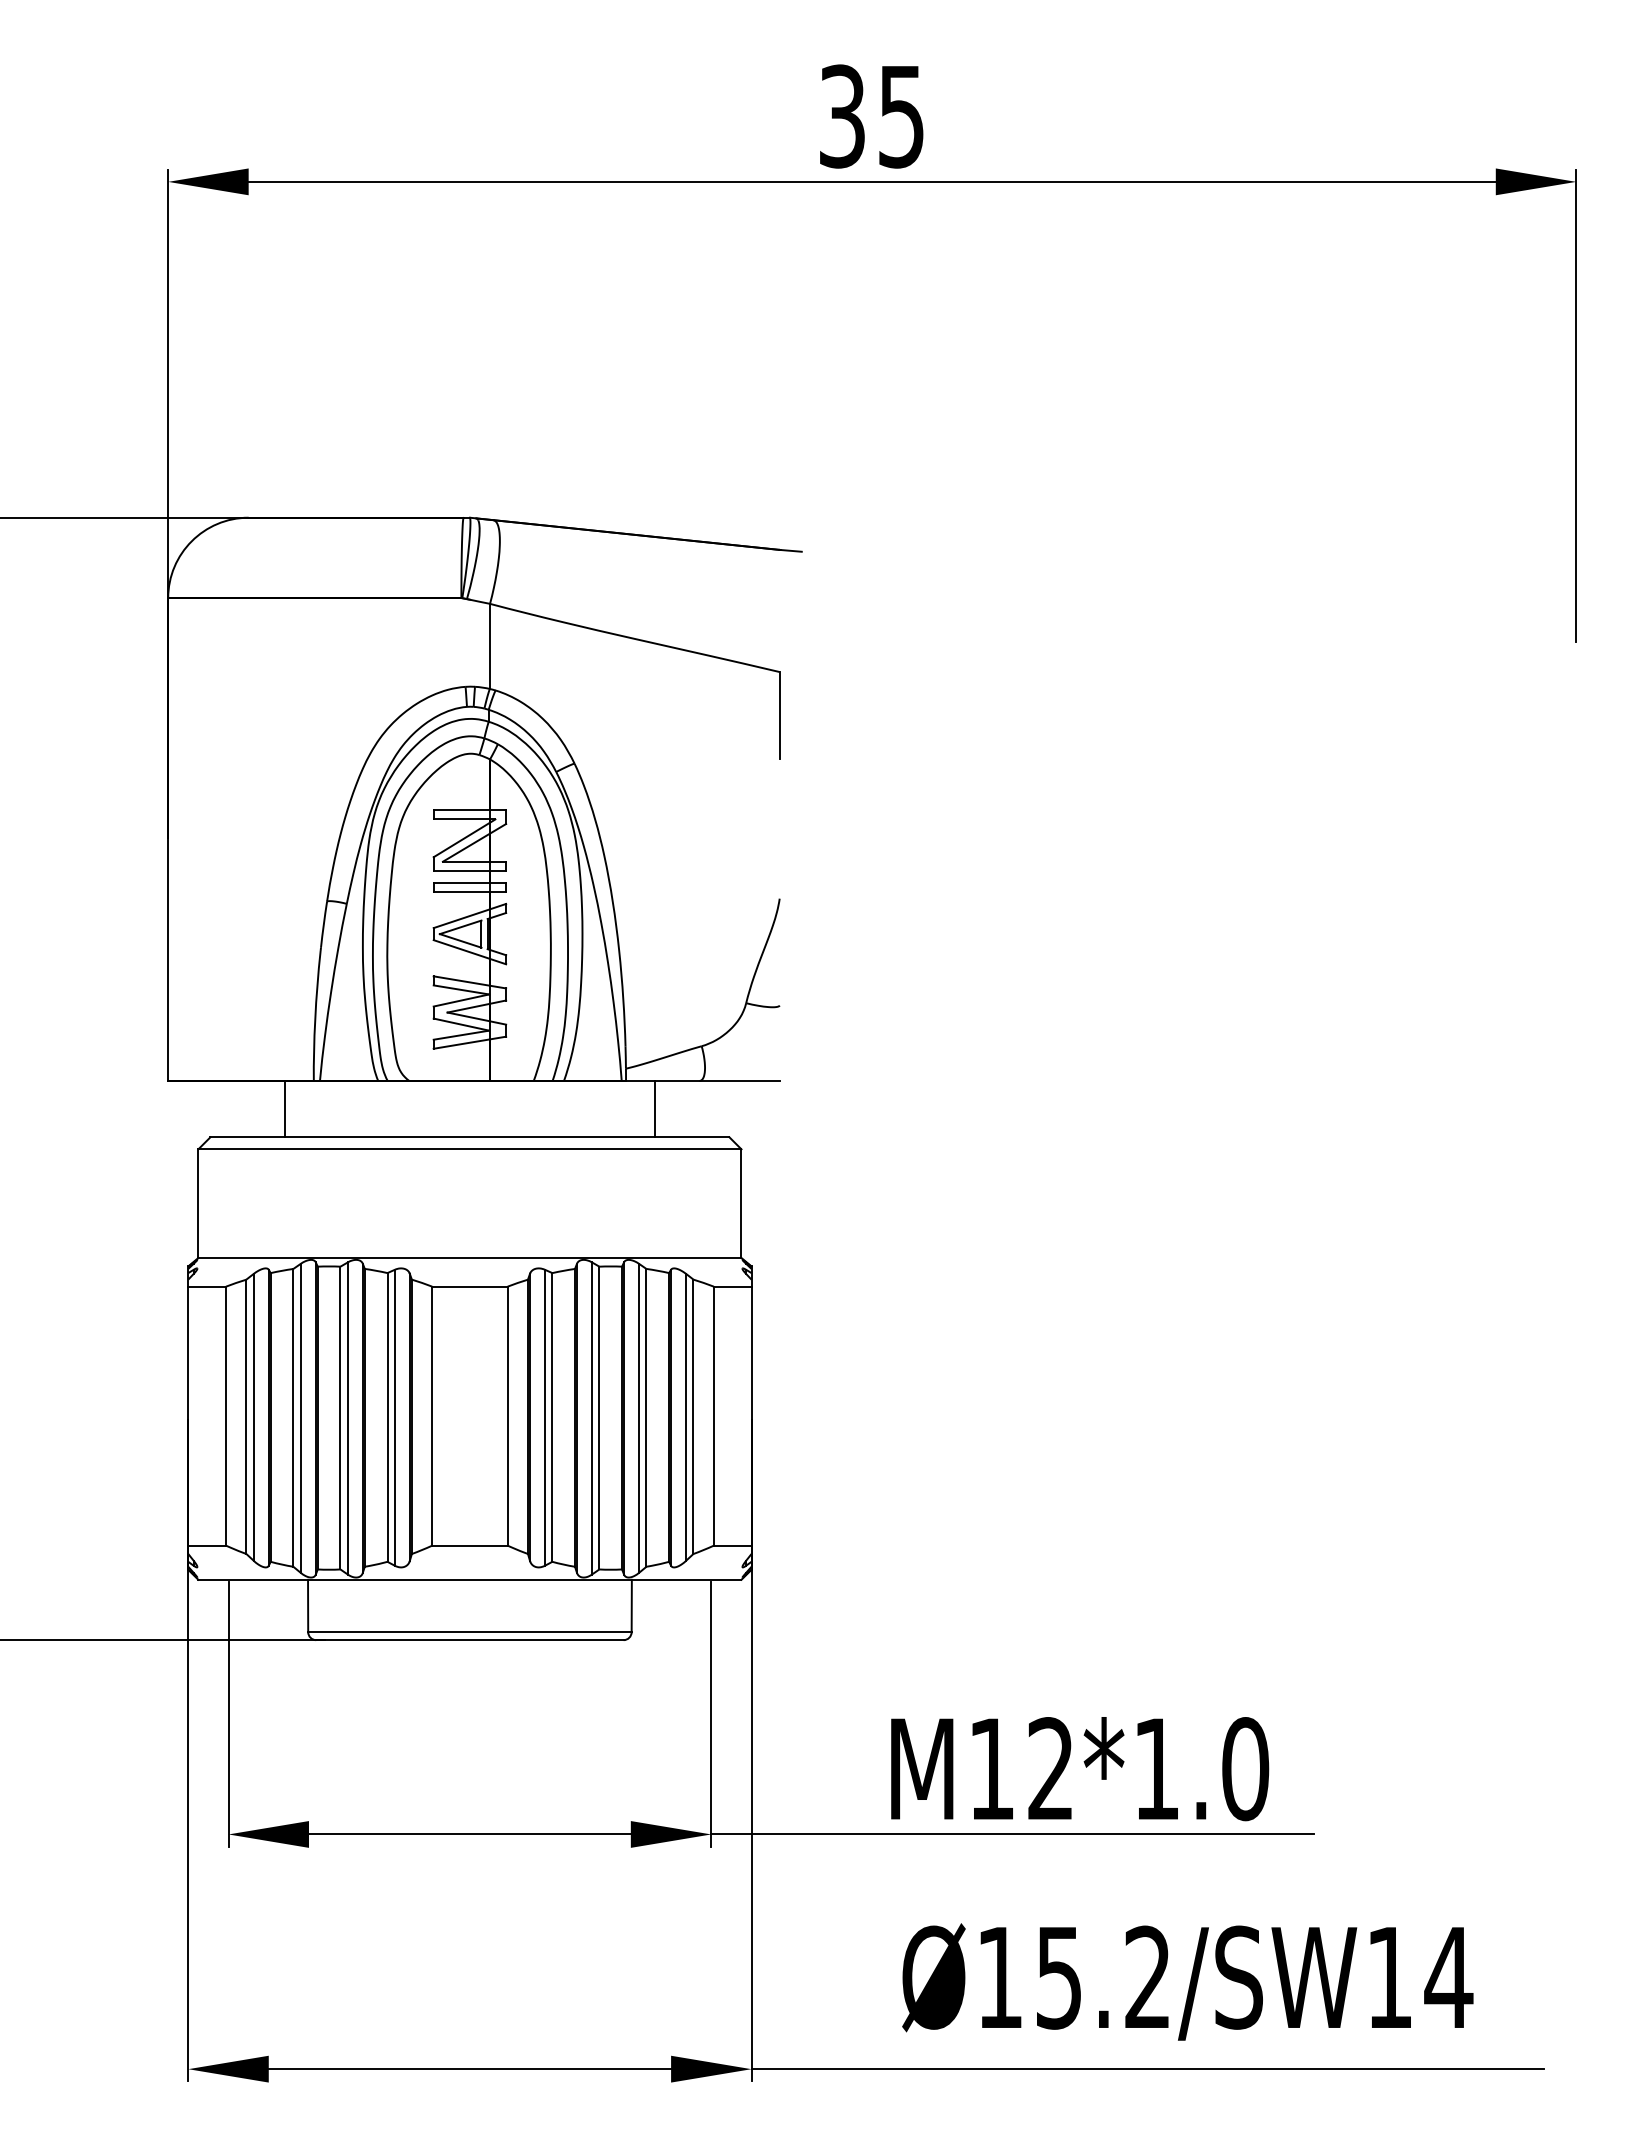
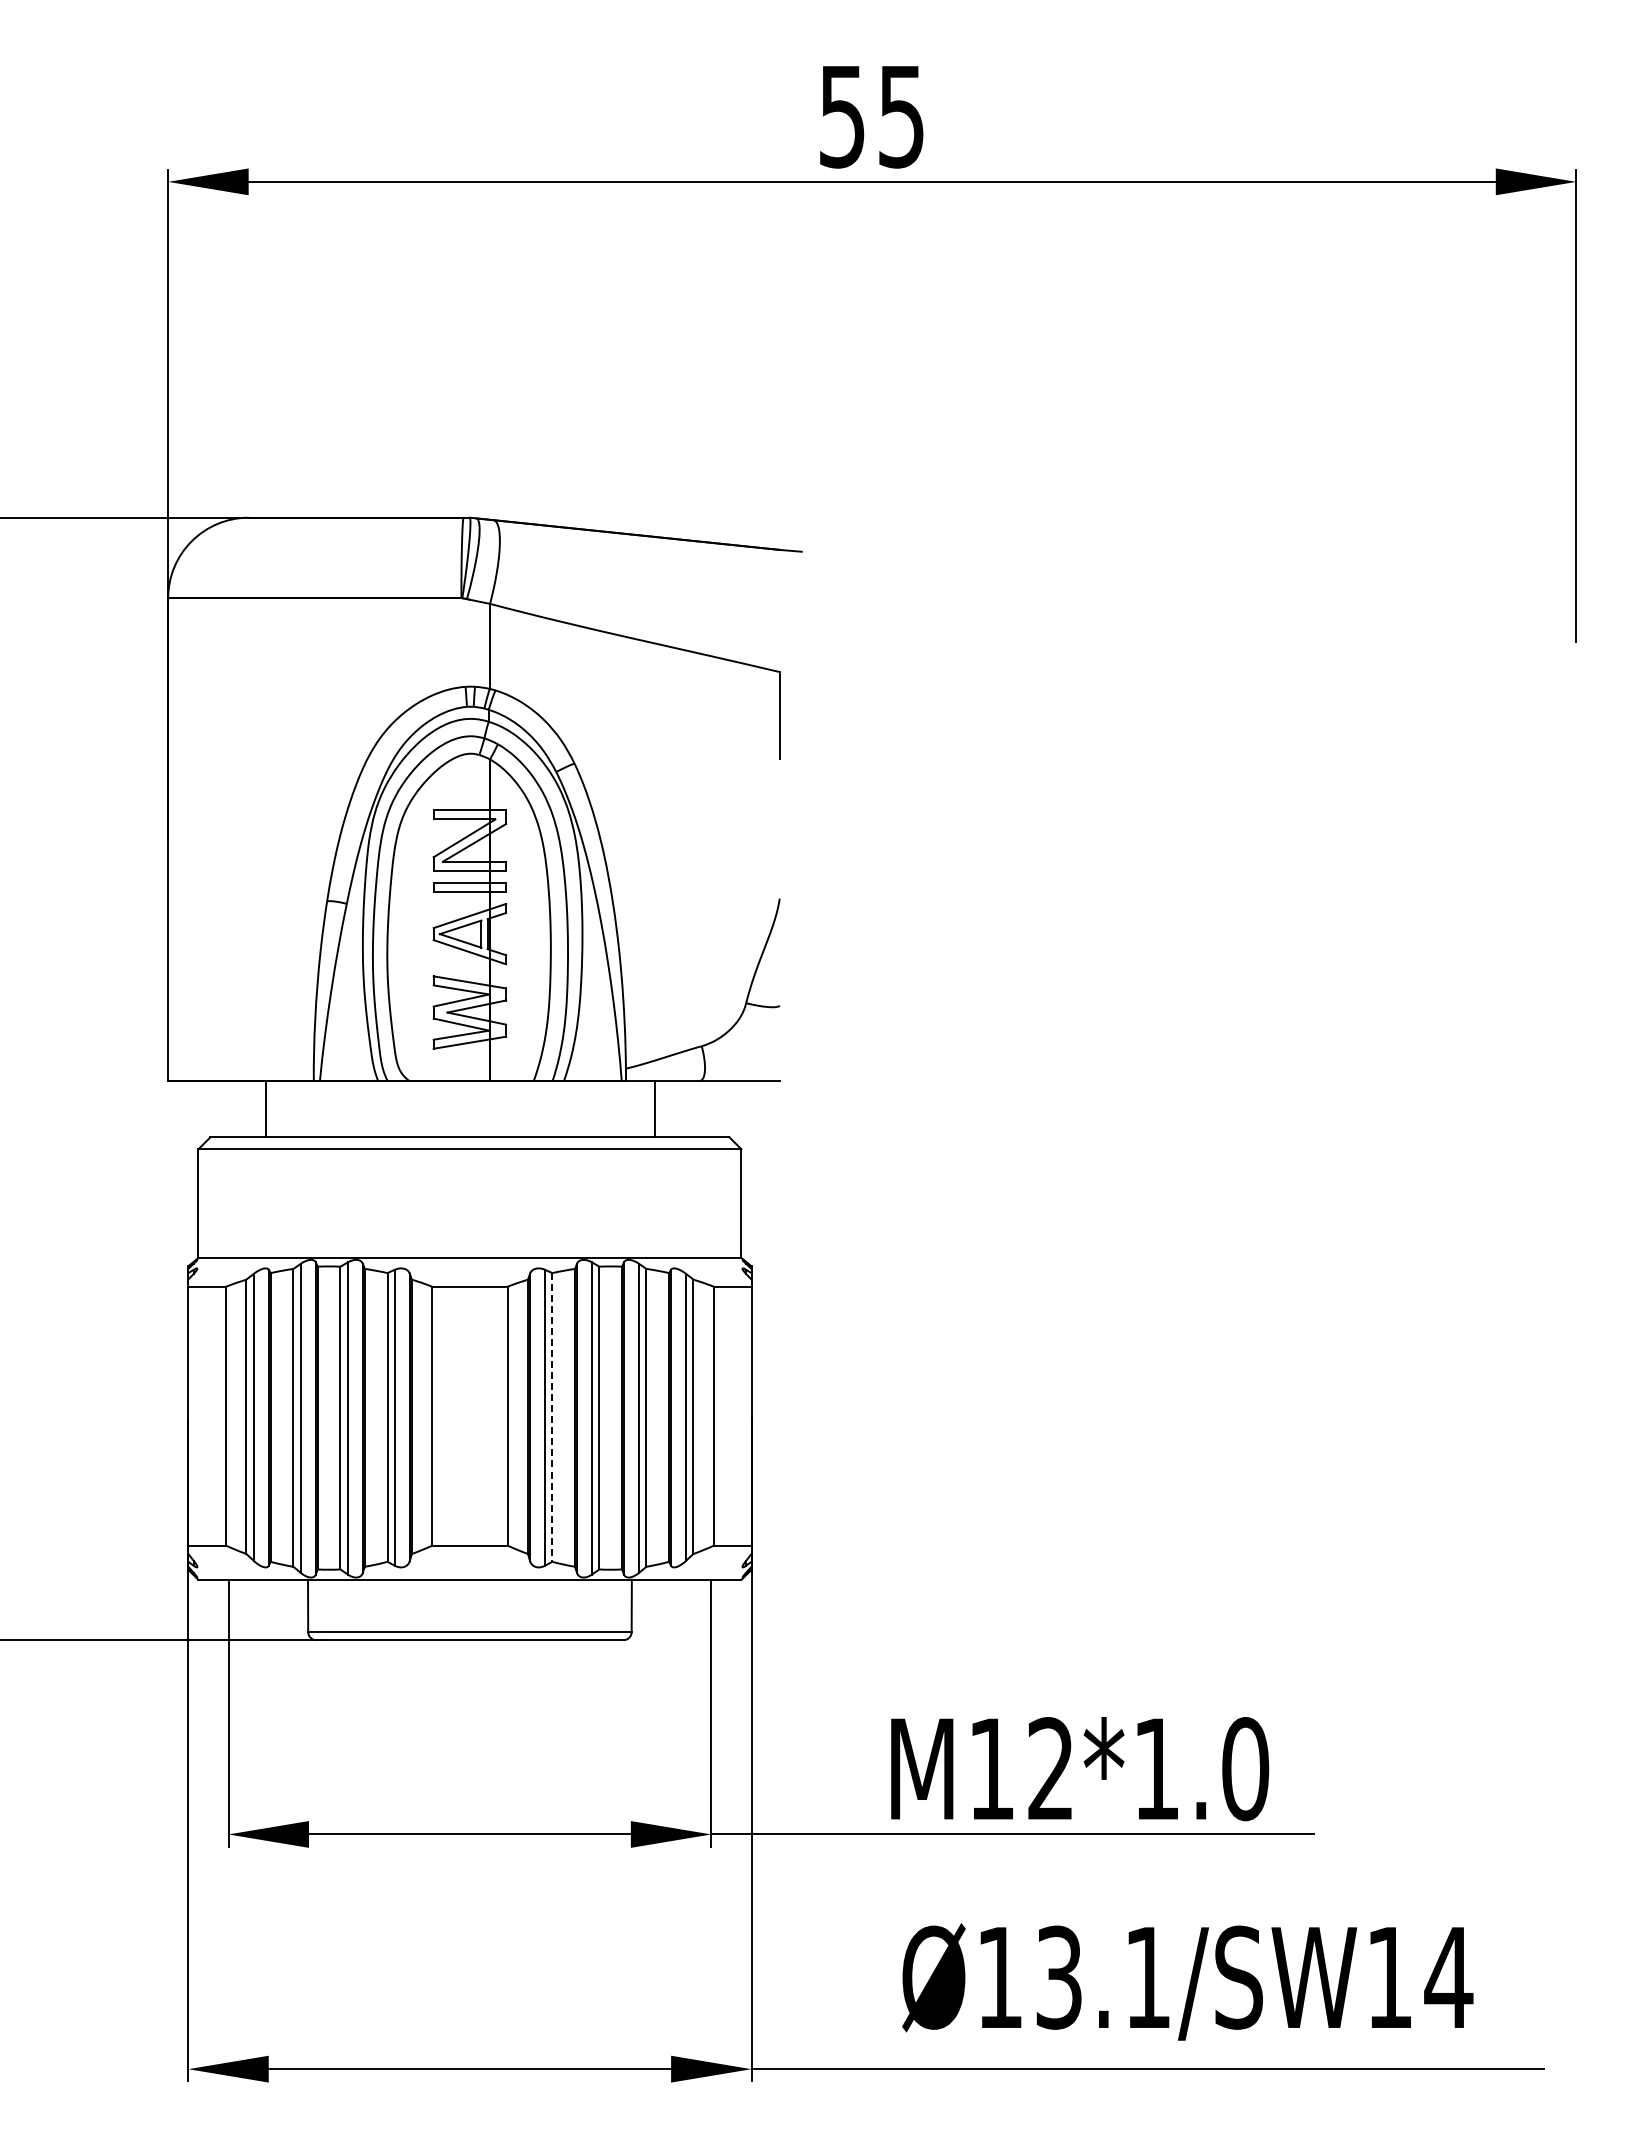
text at (842, 116): 35 -> 55
line at (284, 1108) position: (284, 1108) -> (265, 1108)
line at (552, 1417): solid -> dashed
text at (1102, 1977): Ø15.2/SW14 -> Ø13.1/SW14
